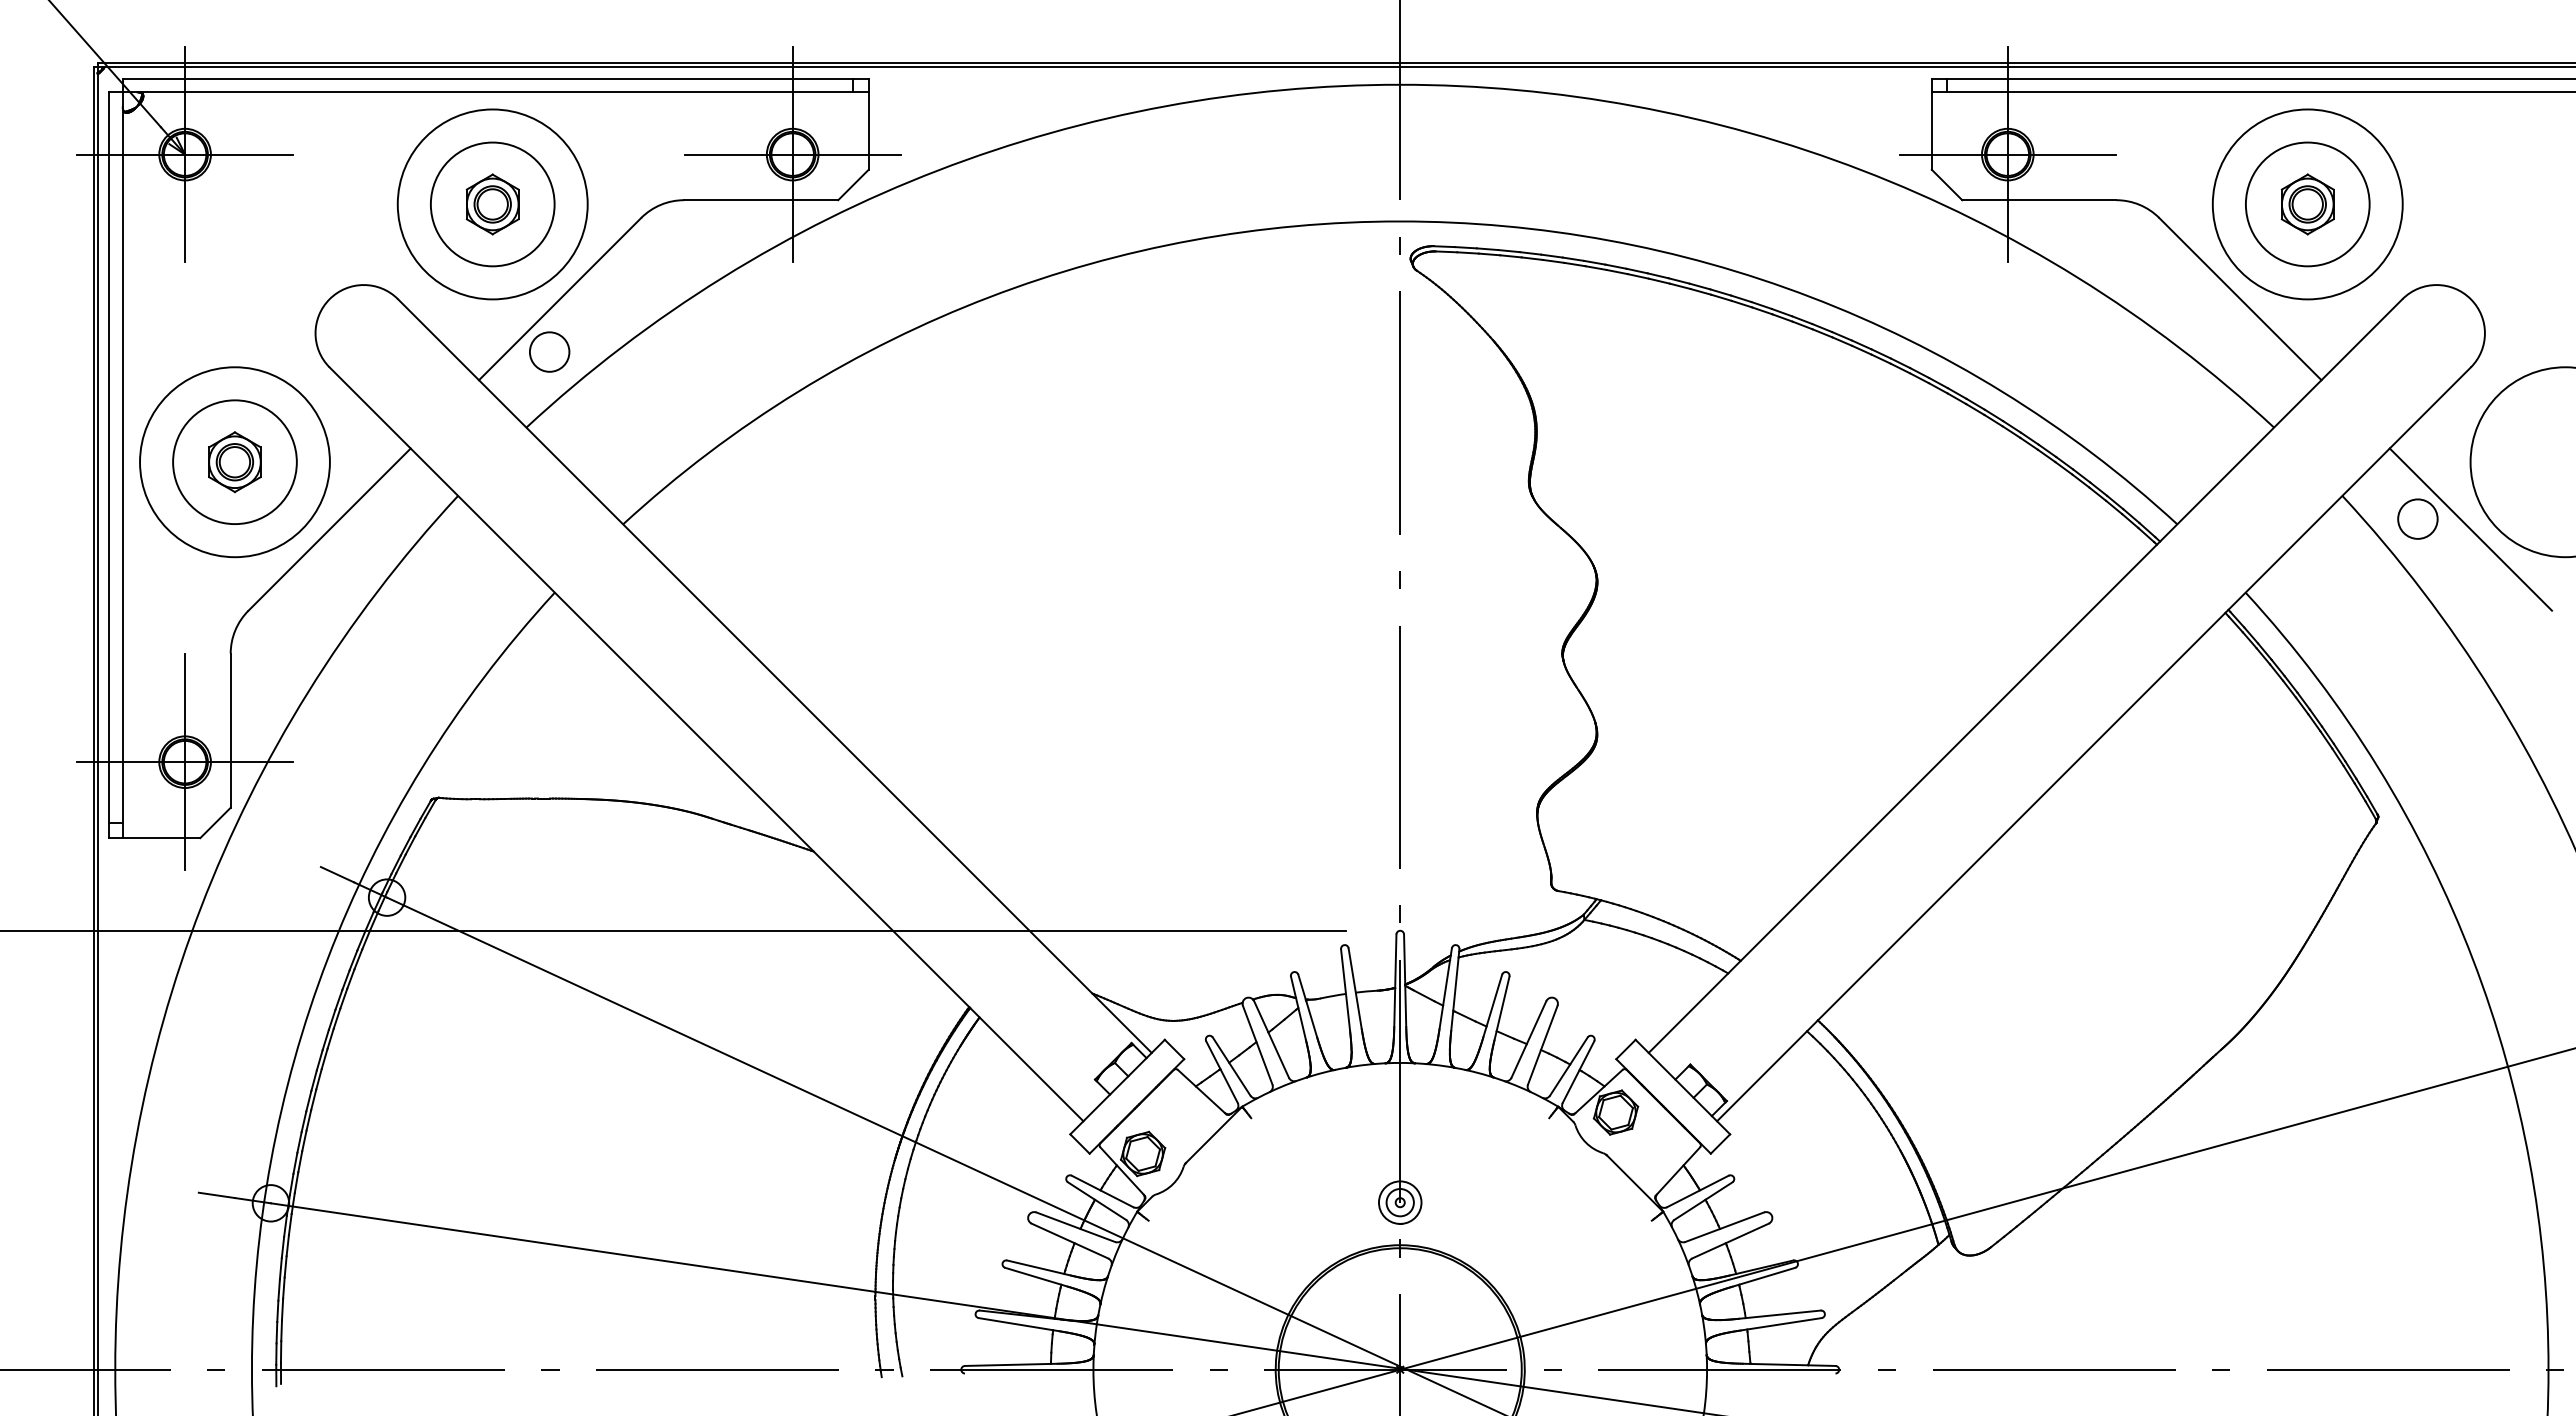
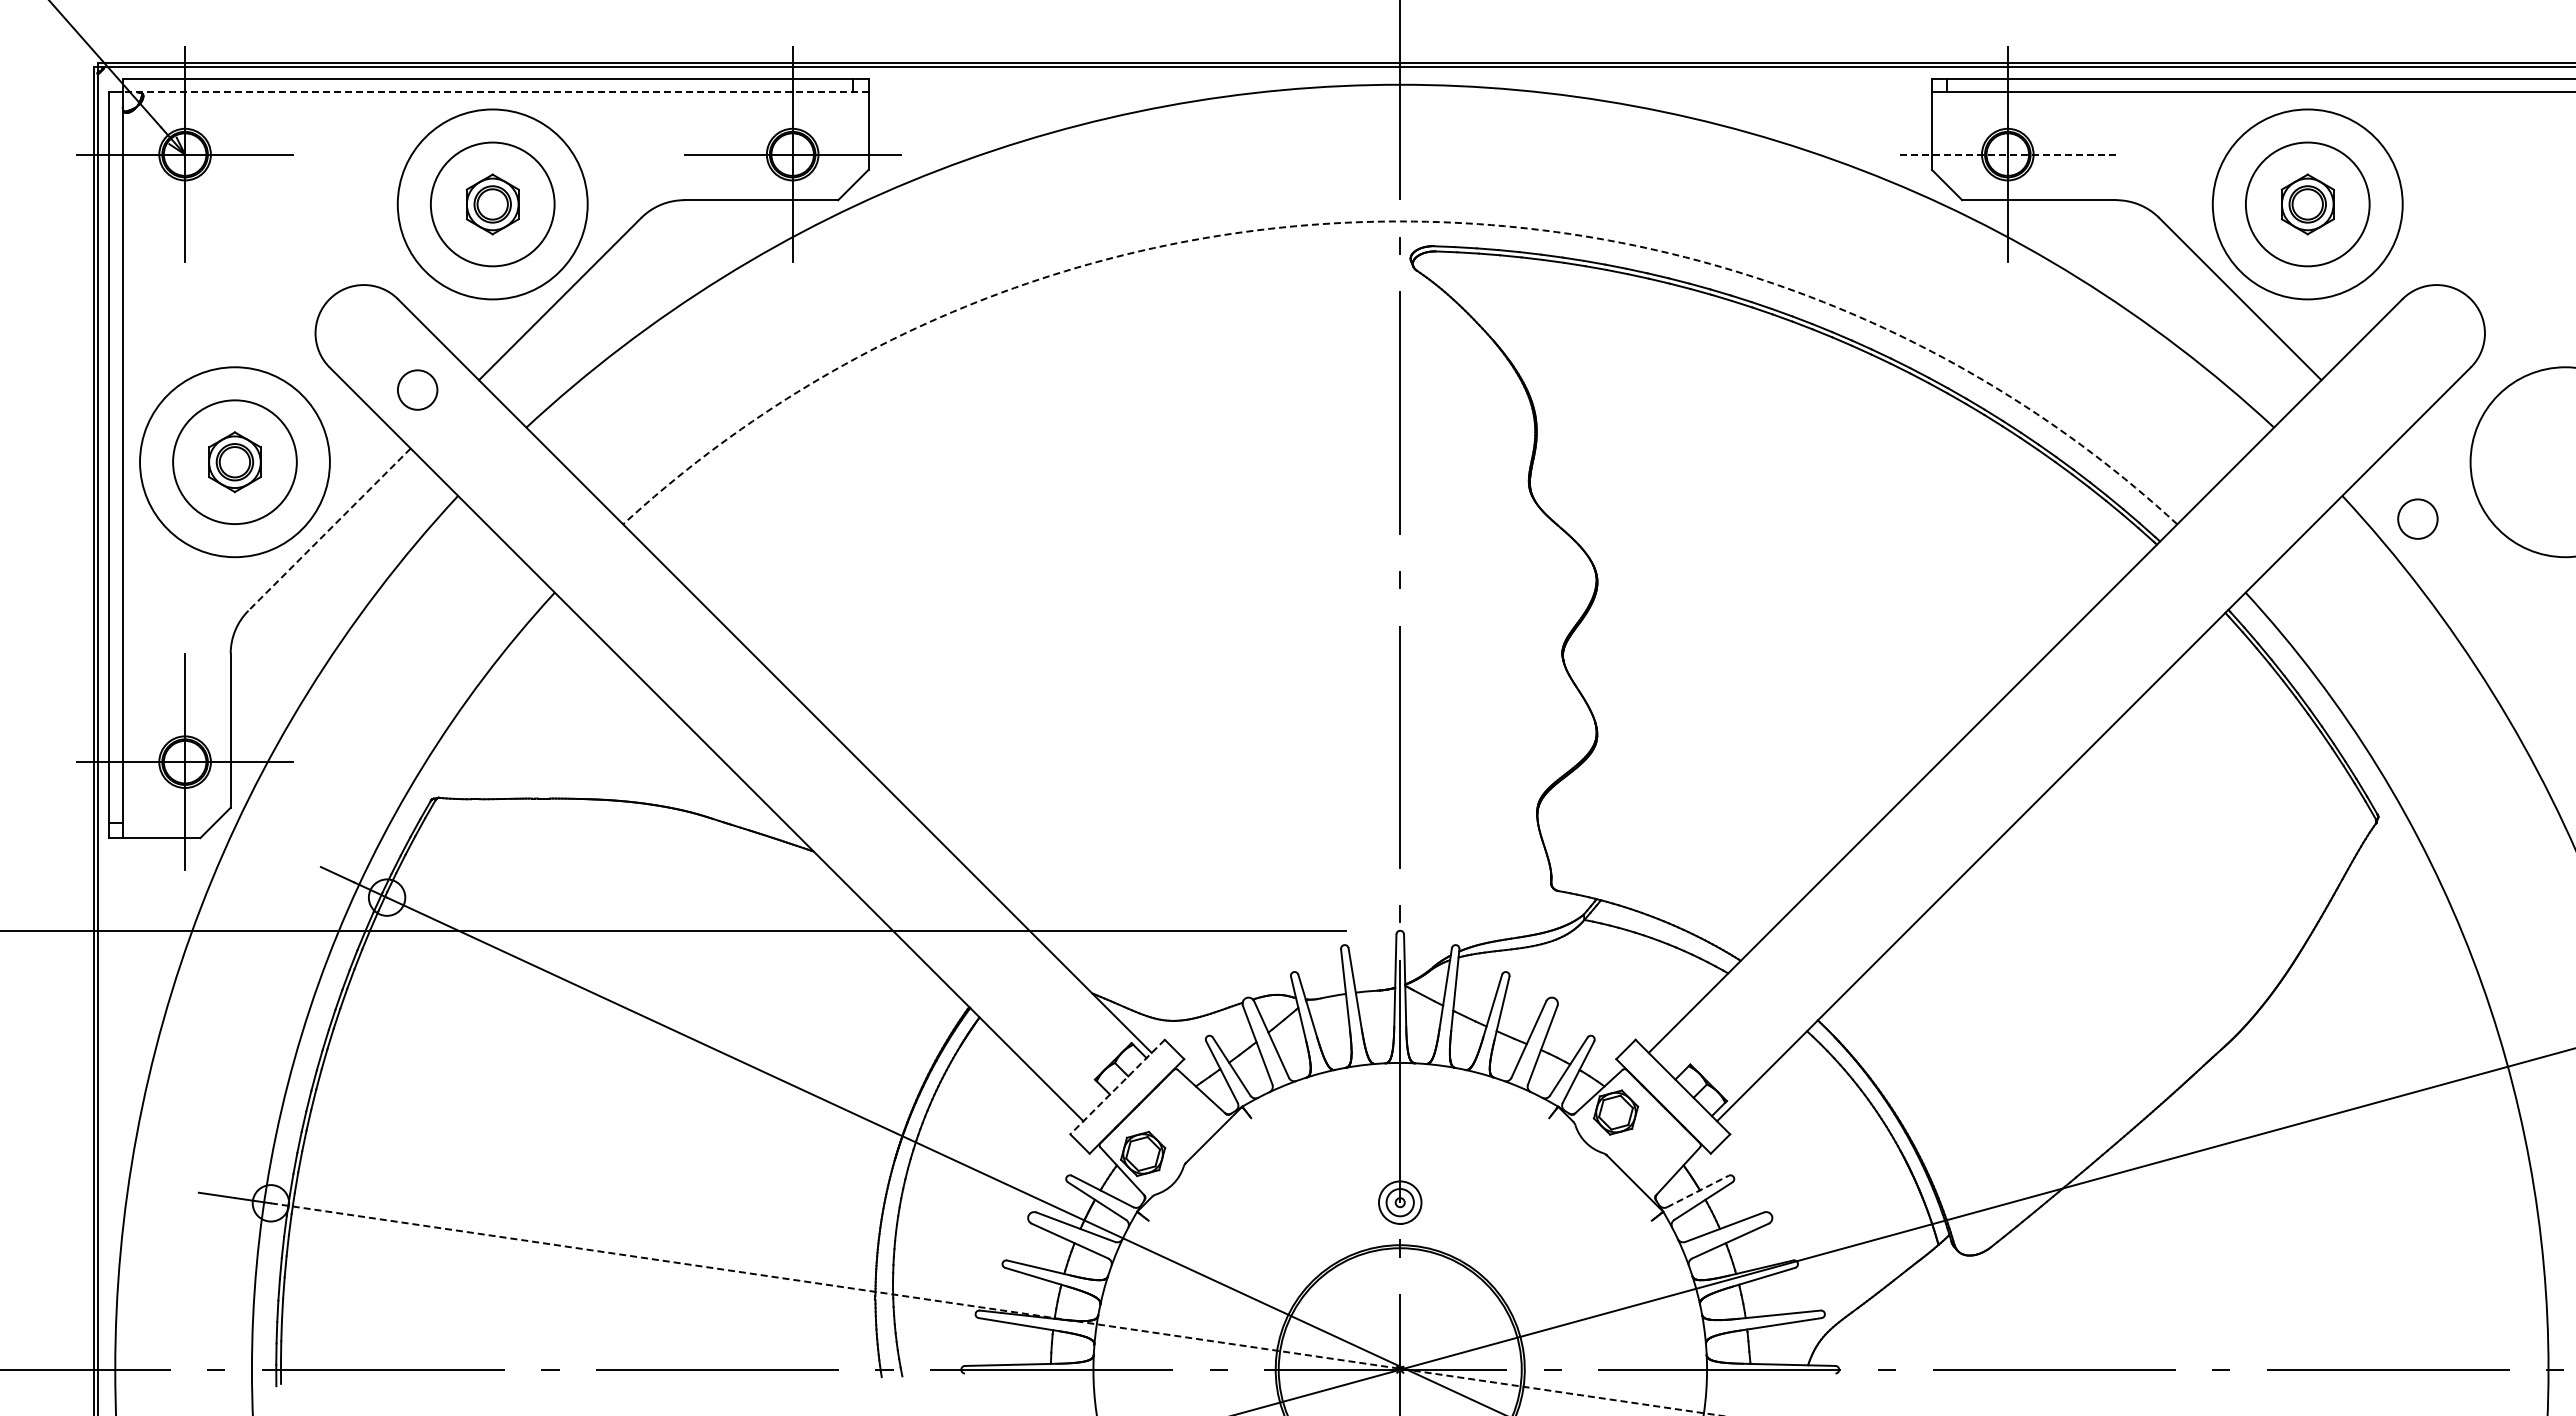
line at (495, 92): solid -> dashed
line at (2007, 154): solid -> dashed
arc at (1400, 221): solid -> dashed
circle at (549, 351) position: (549, 351) -> (417, 389)
line at (329, 529): solid -> dashed
line at (2470, 529): present -> none
line at (1117, 1087): solid -> dashed
line at (1697, 1191): solid -> dashed
line at (997, 1309): solid -> dashed
